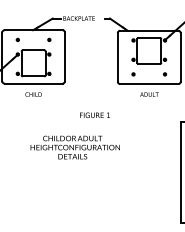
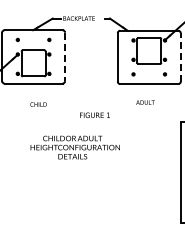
line at (180, 56): solid -> dashed
line at (65, 57): solid -> dashed
text at (33, 94) position: (33, 94) -> (38, 104)
text at (149, 94) position: (149, 94) -> (145, 102)
